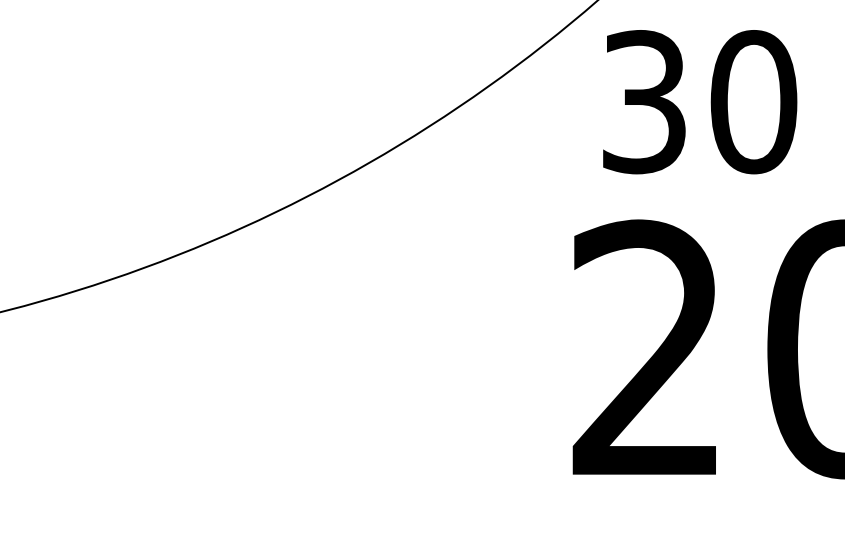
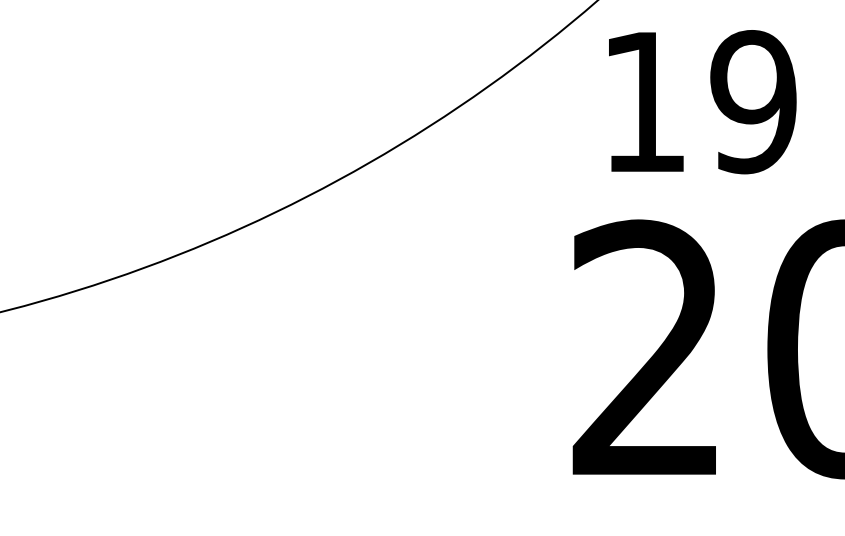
text at (700, 102): 30 -> 19
